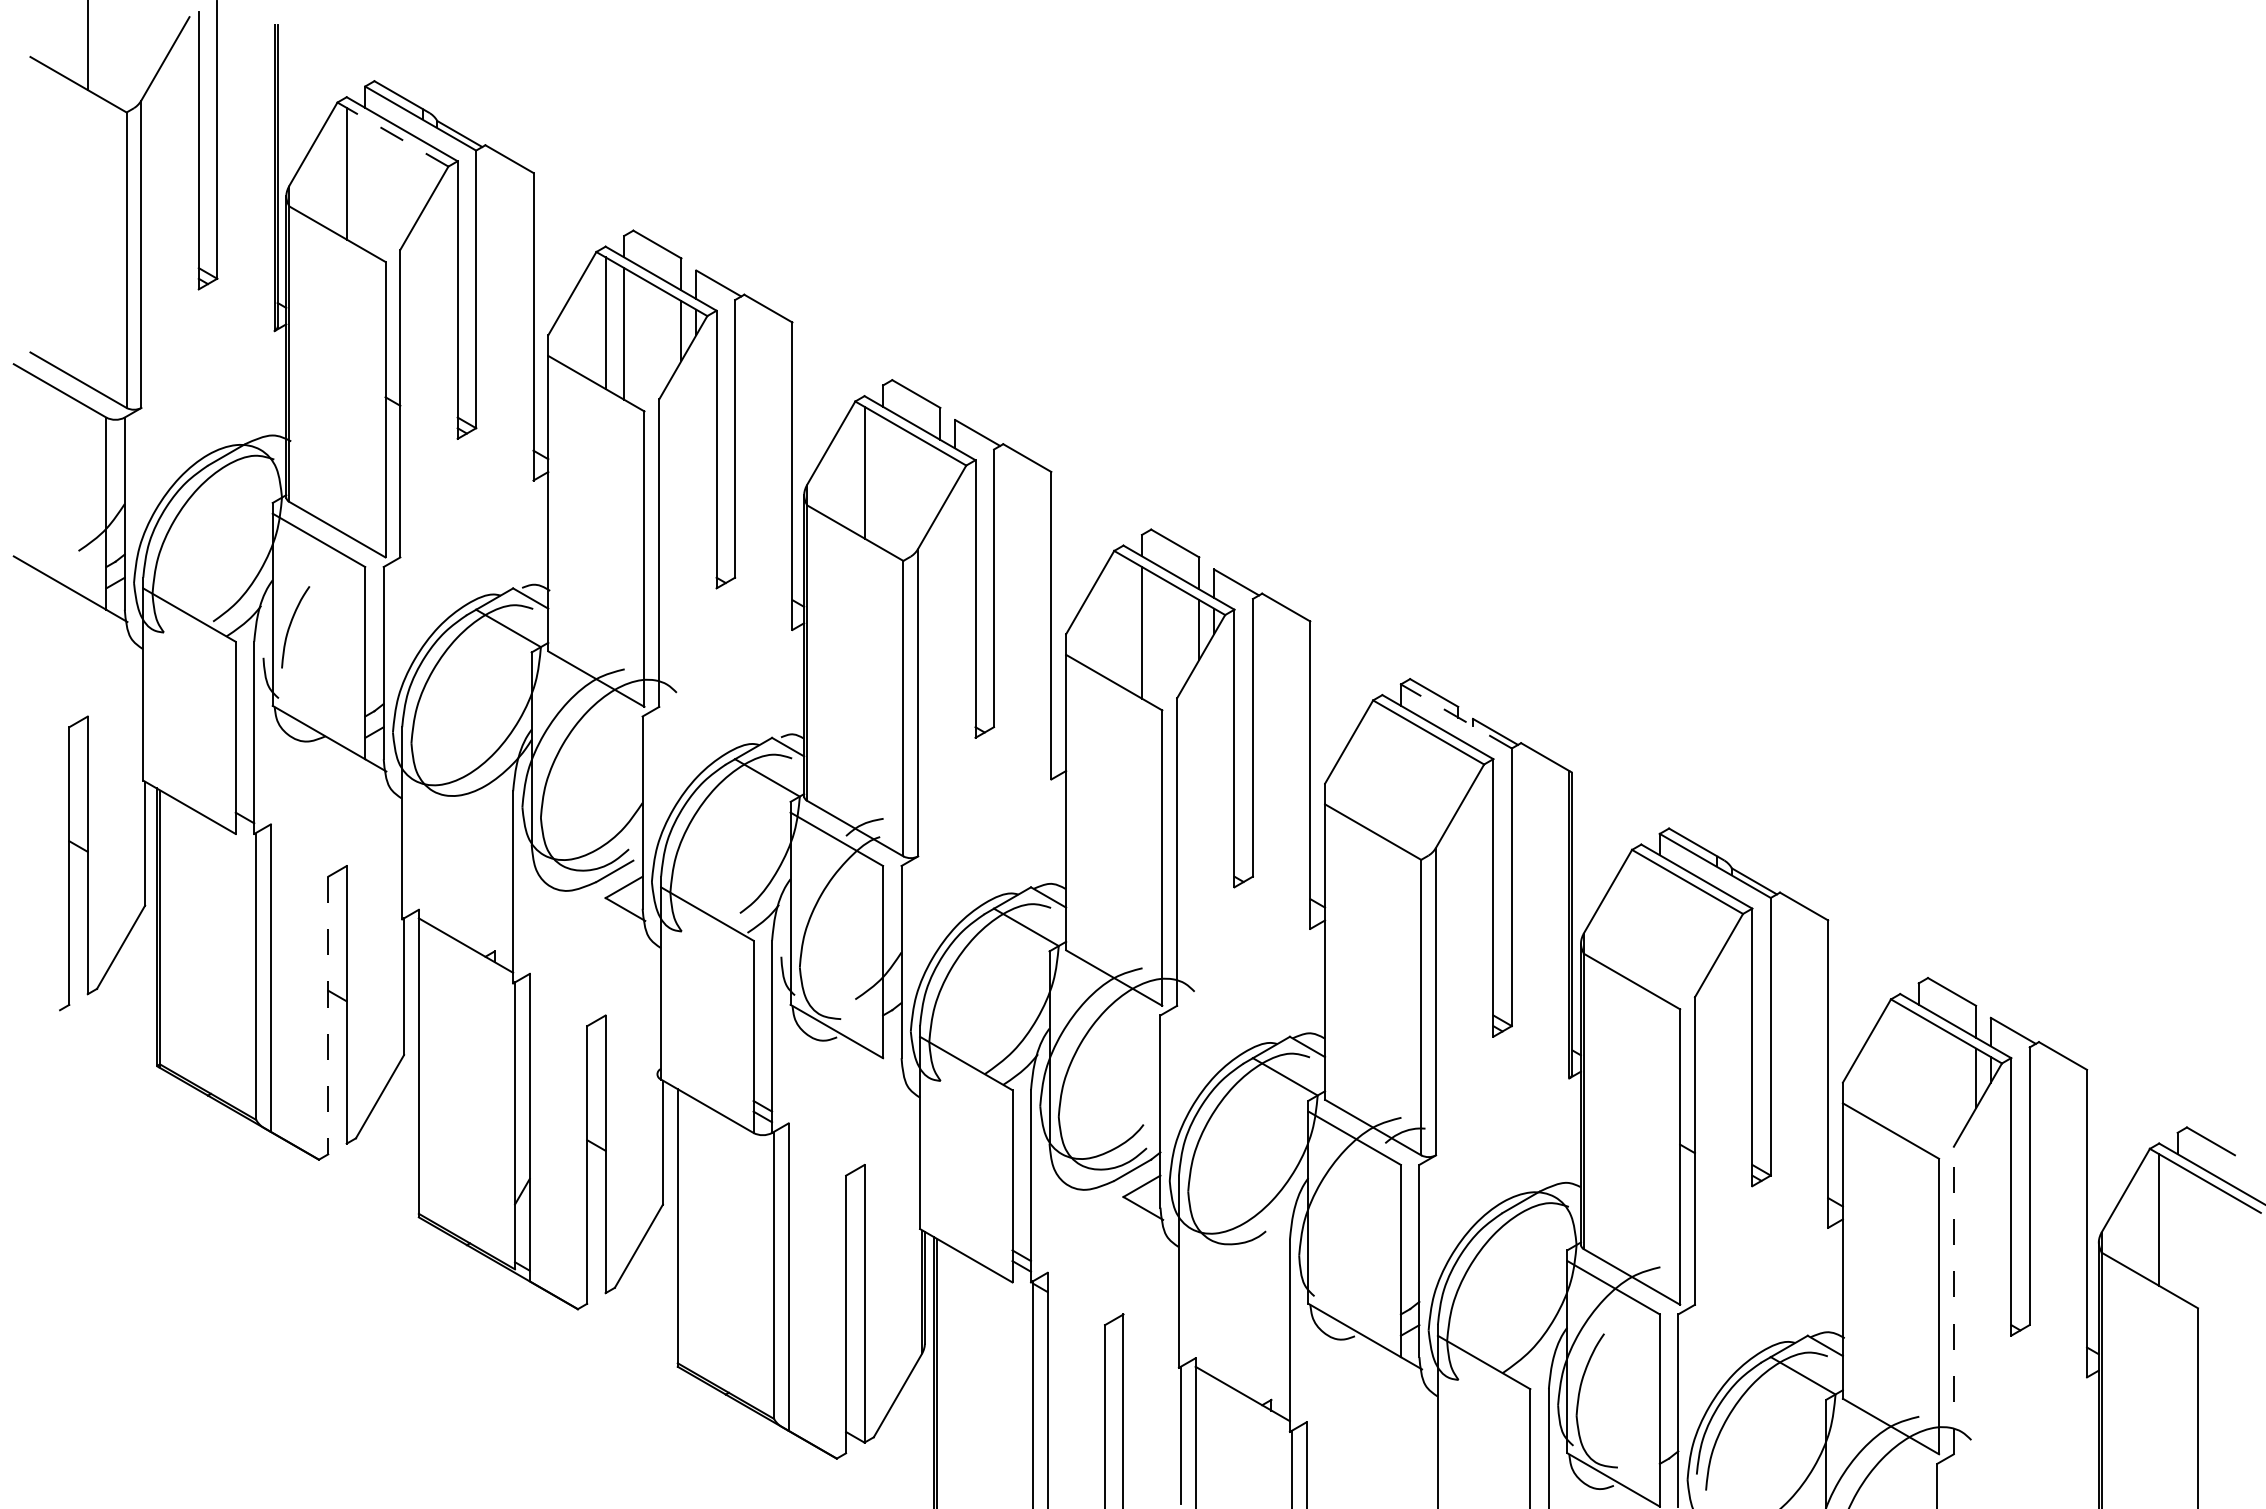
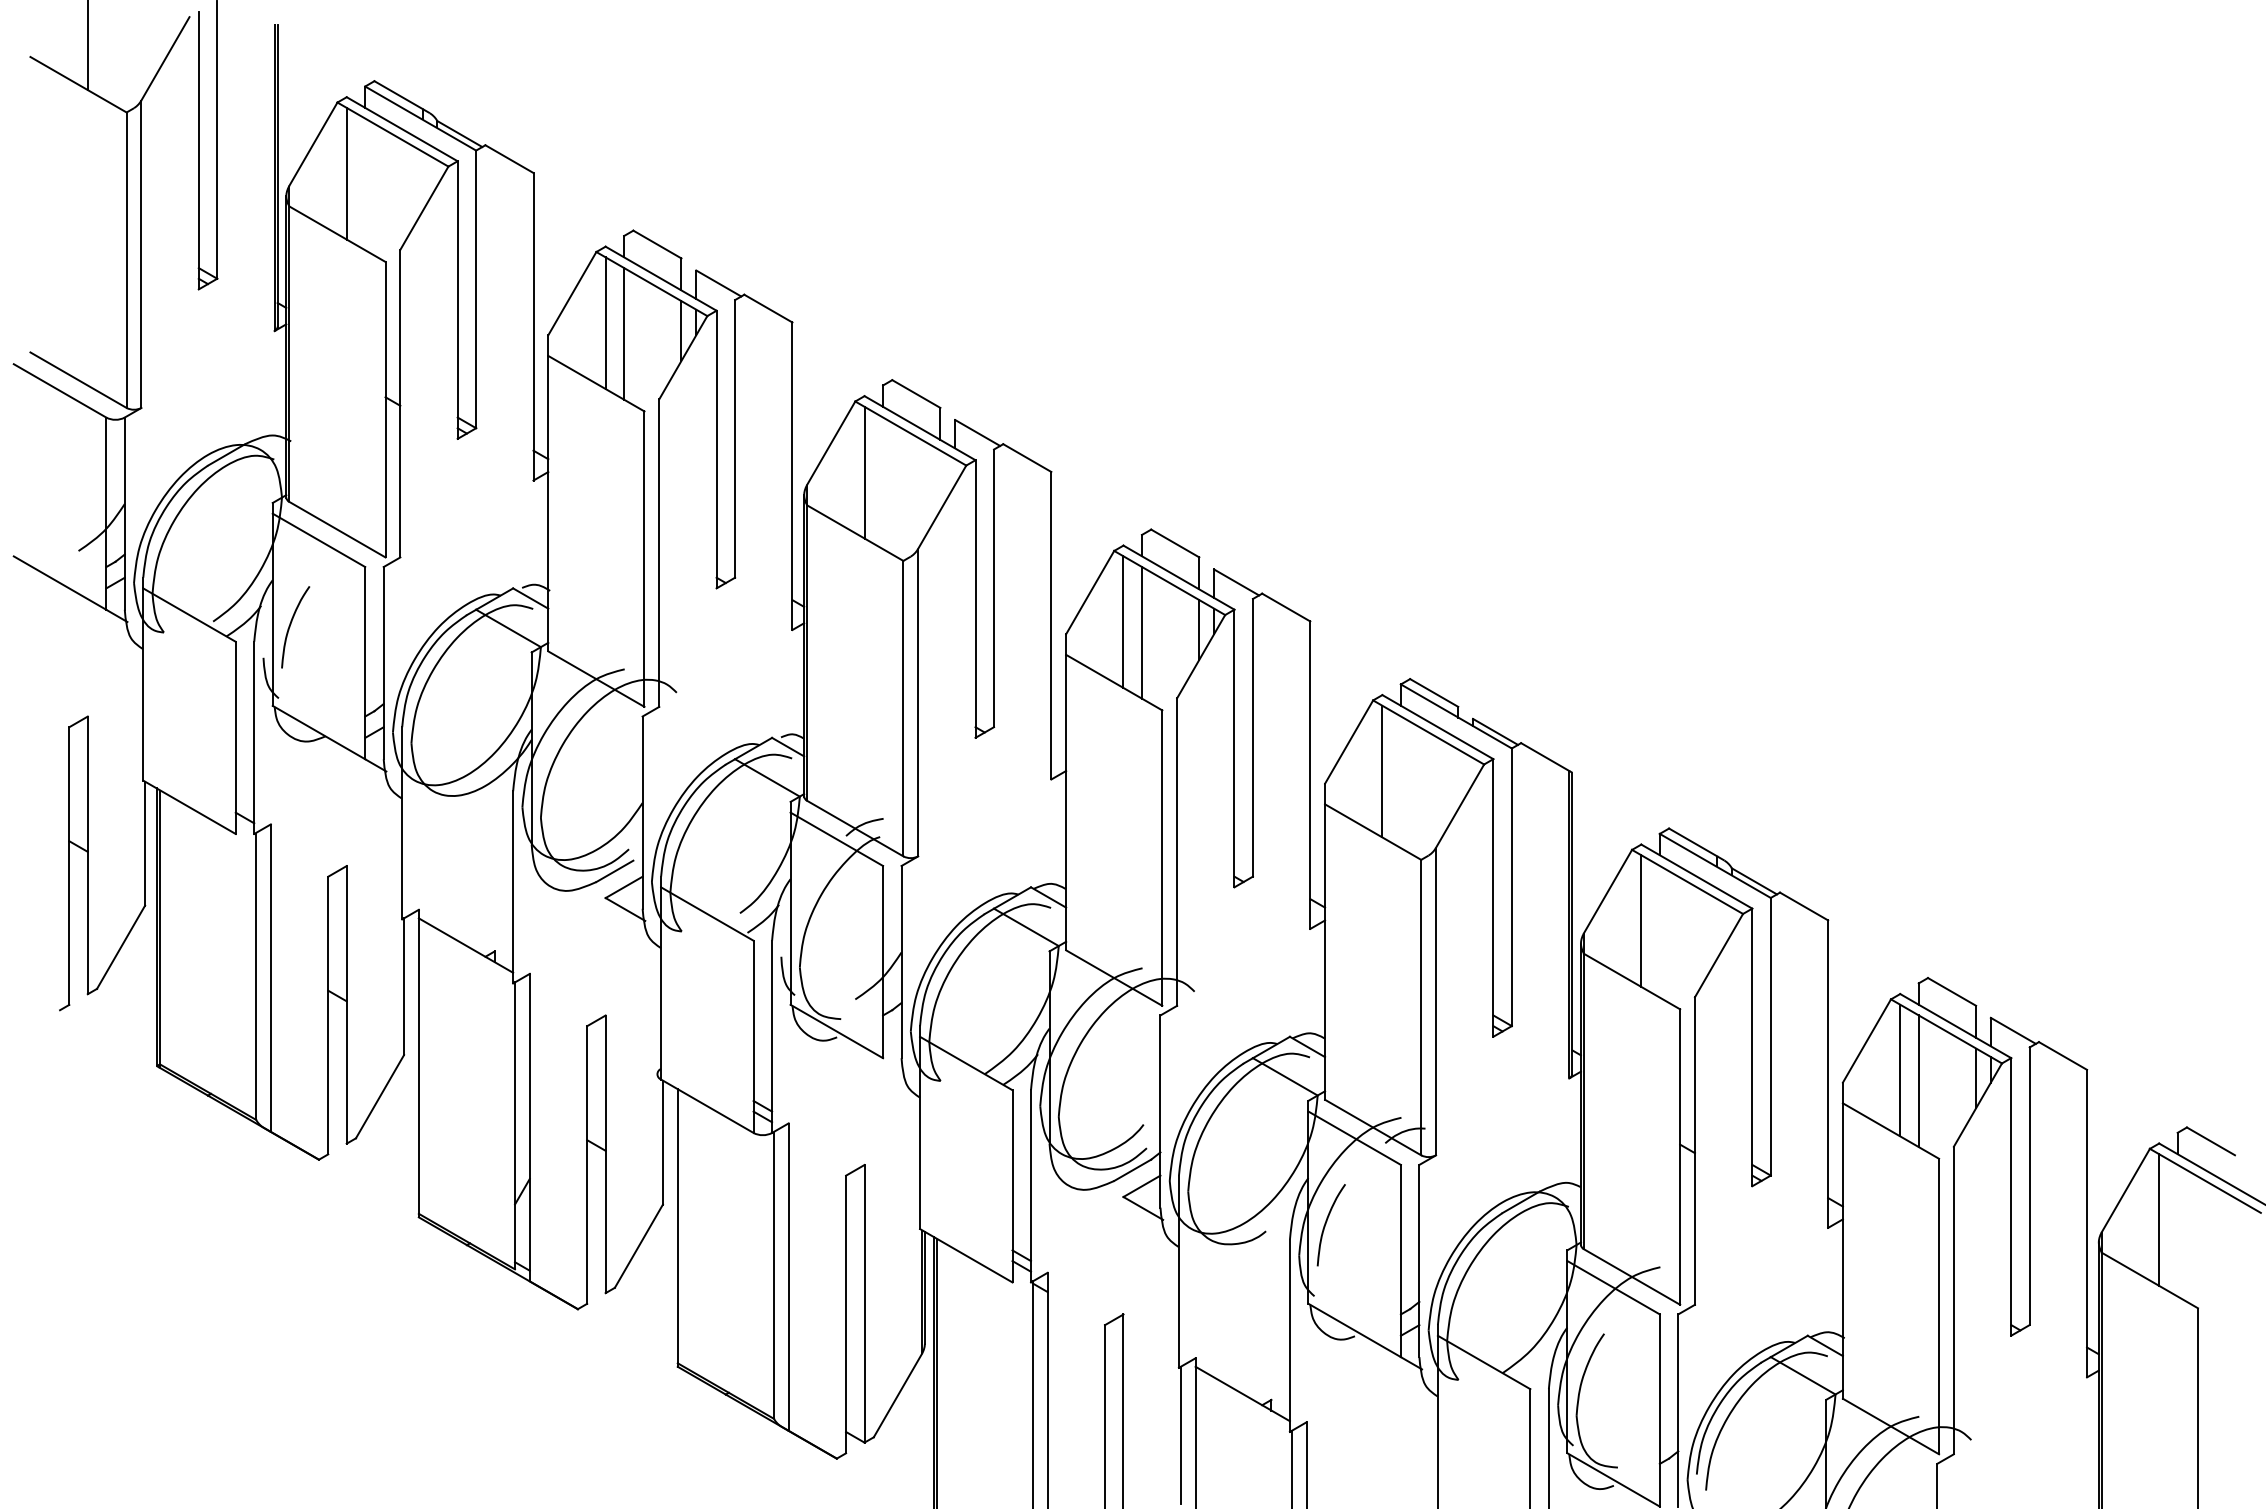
line at (392, 134): dashed -> solid
line at (1123, 621): none -> present
line at (1455, 716): dashed -> solid
line at (1382, 771): none -> present
line at (1641, 920): none -> present
line at (328, 1015): dashed -> solid
line at (1900, 1070): none -> present
line at (1918, 1081): none -> present
curve at (1326, 1224): none -> present
line at (1953, 1300): dashed -> solid
